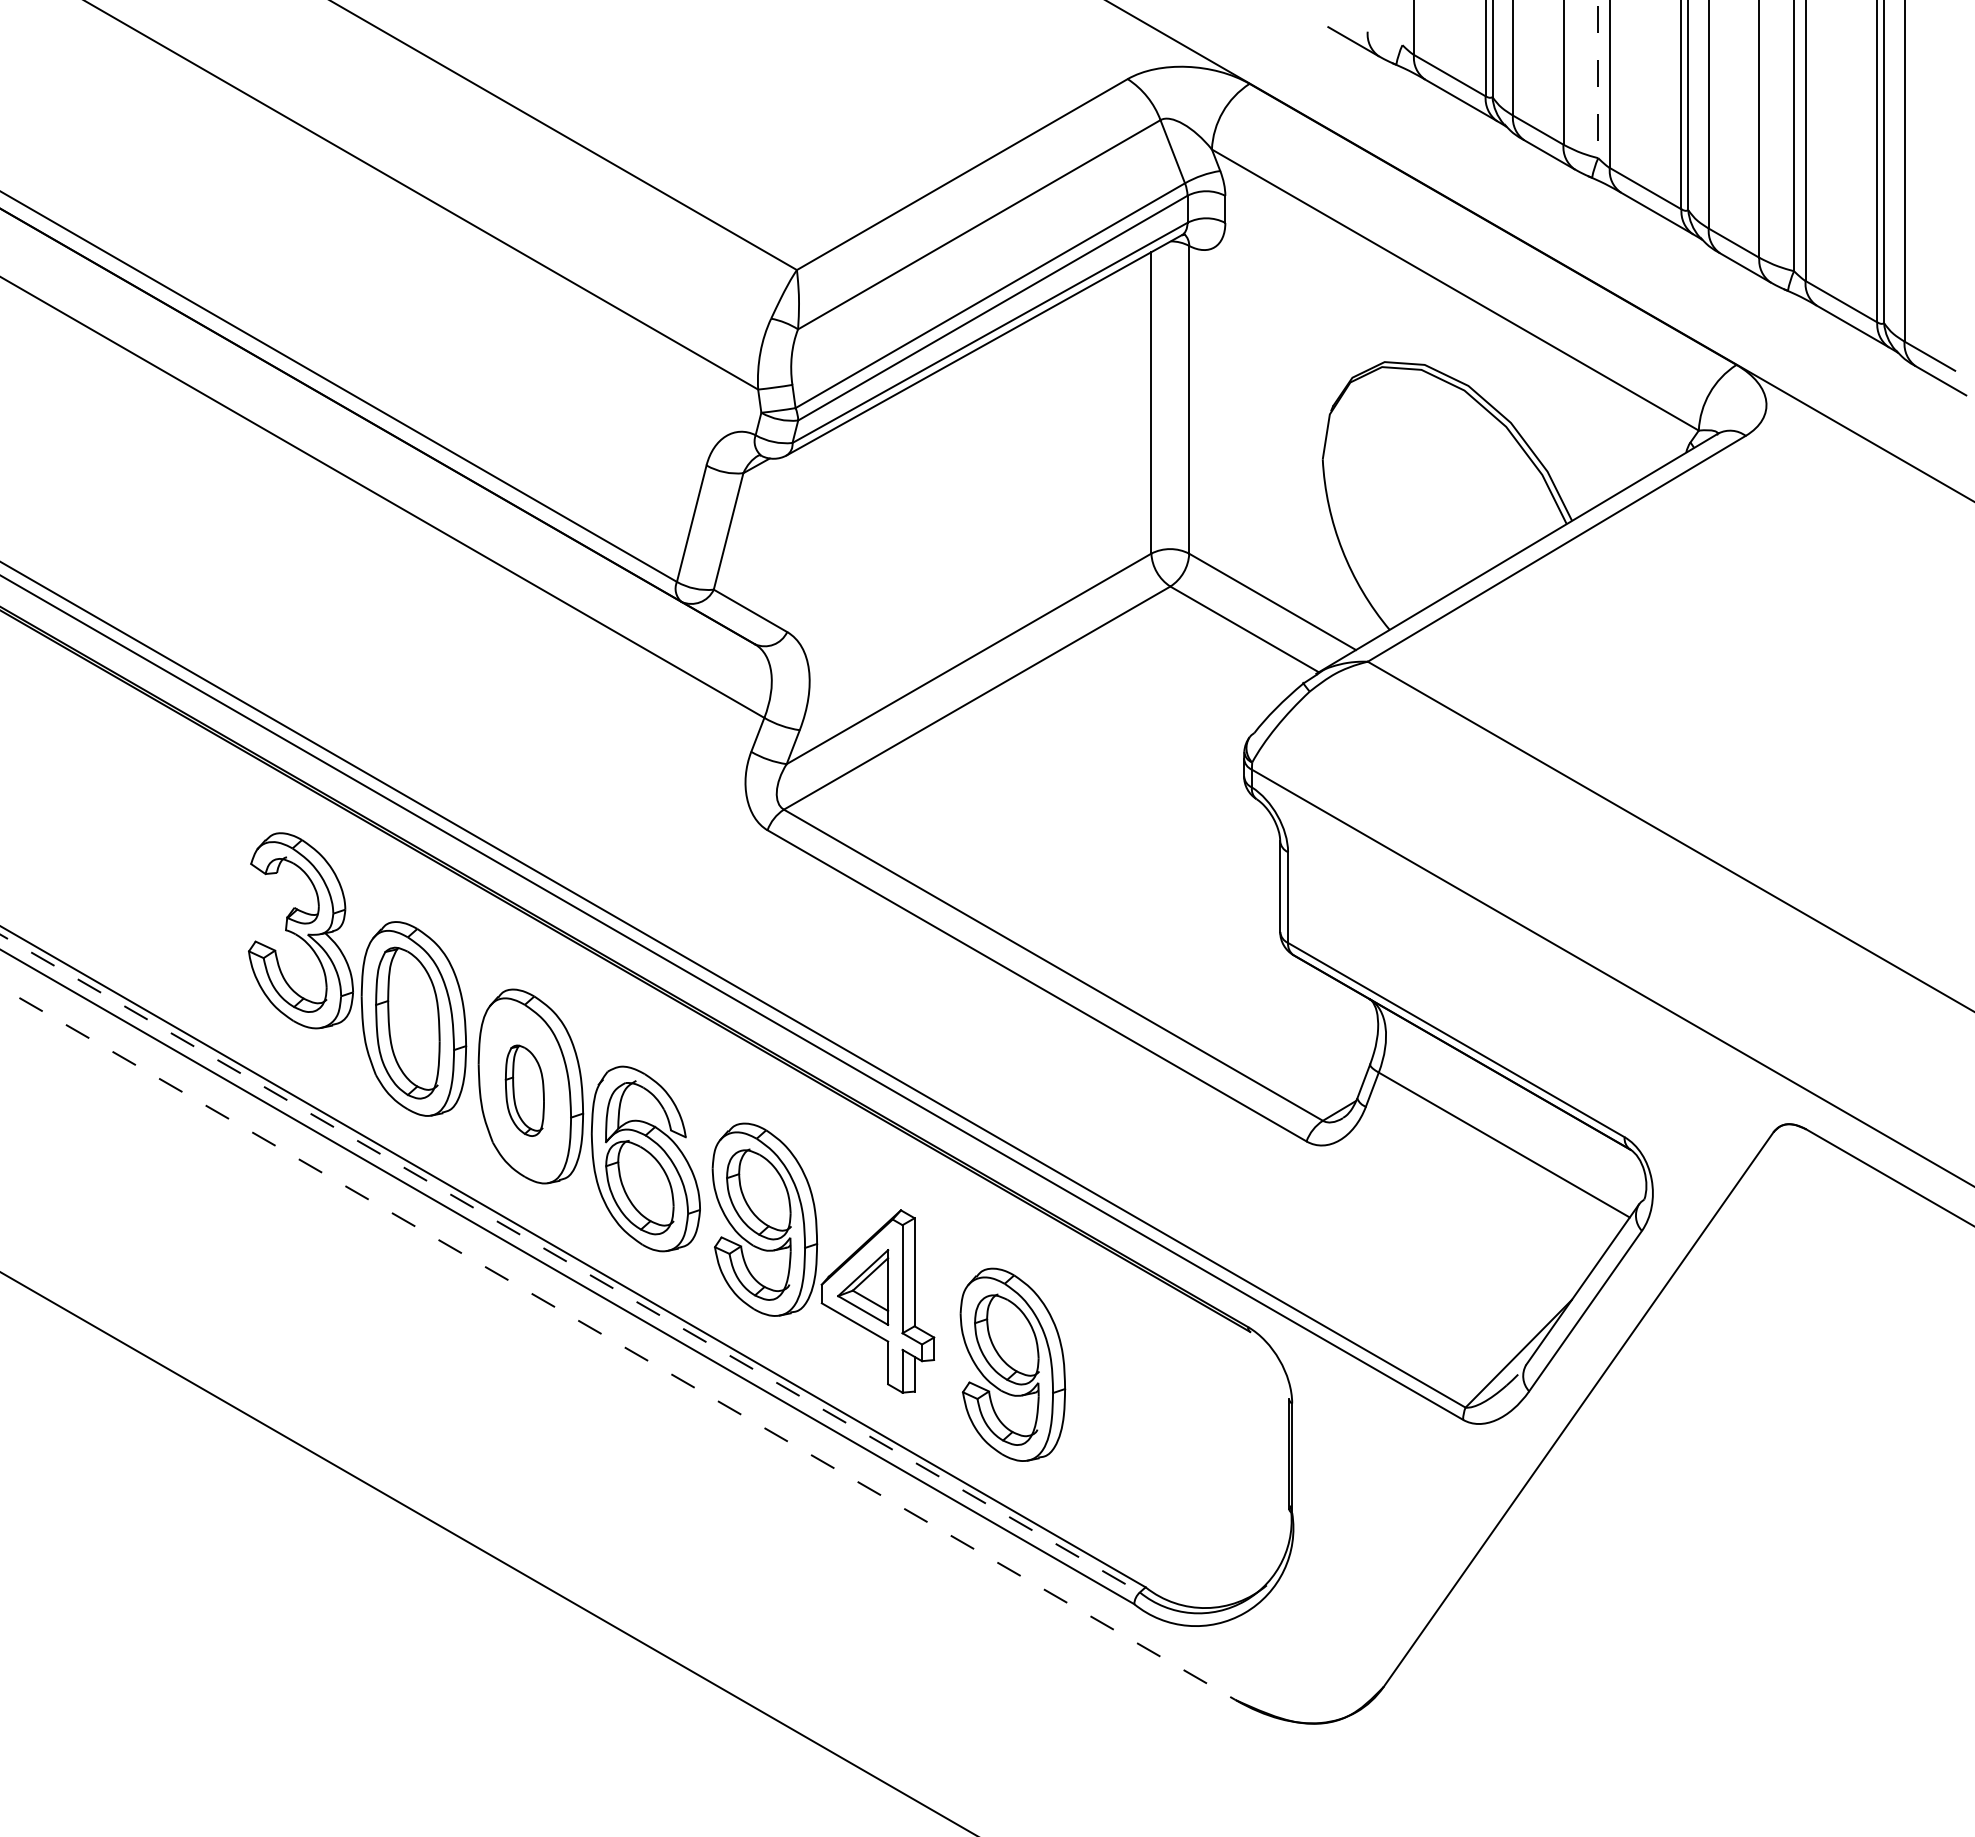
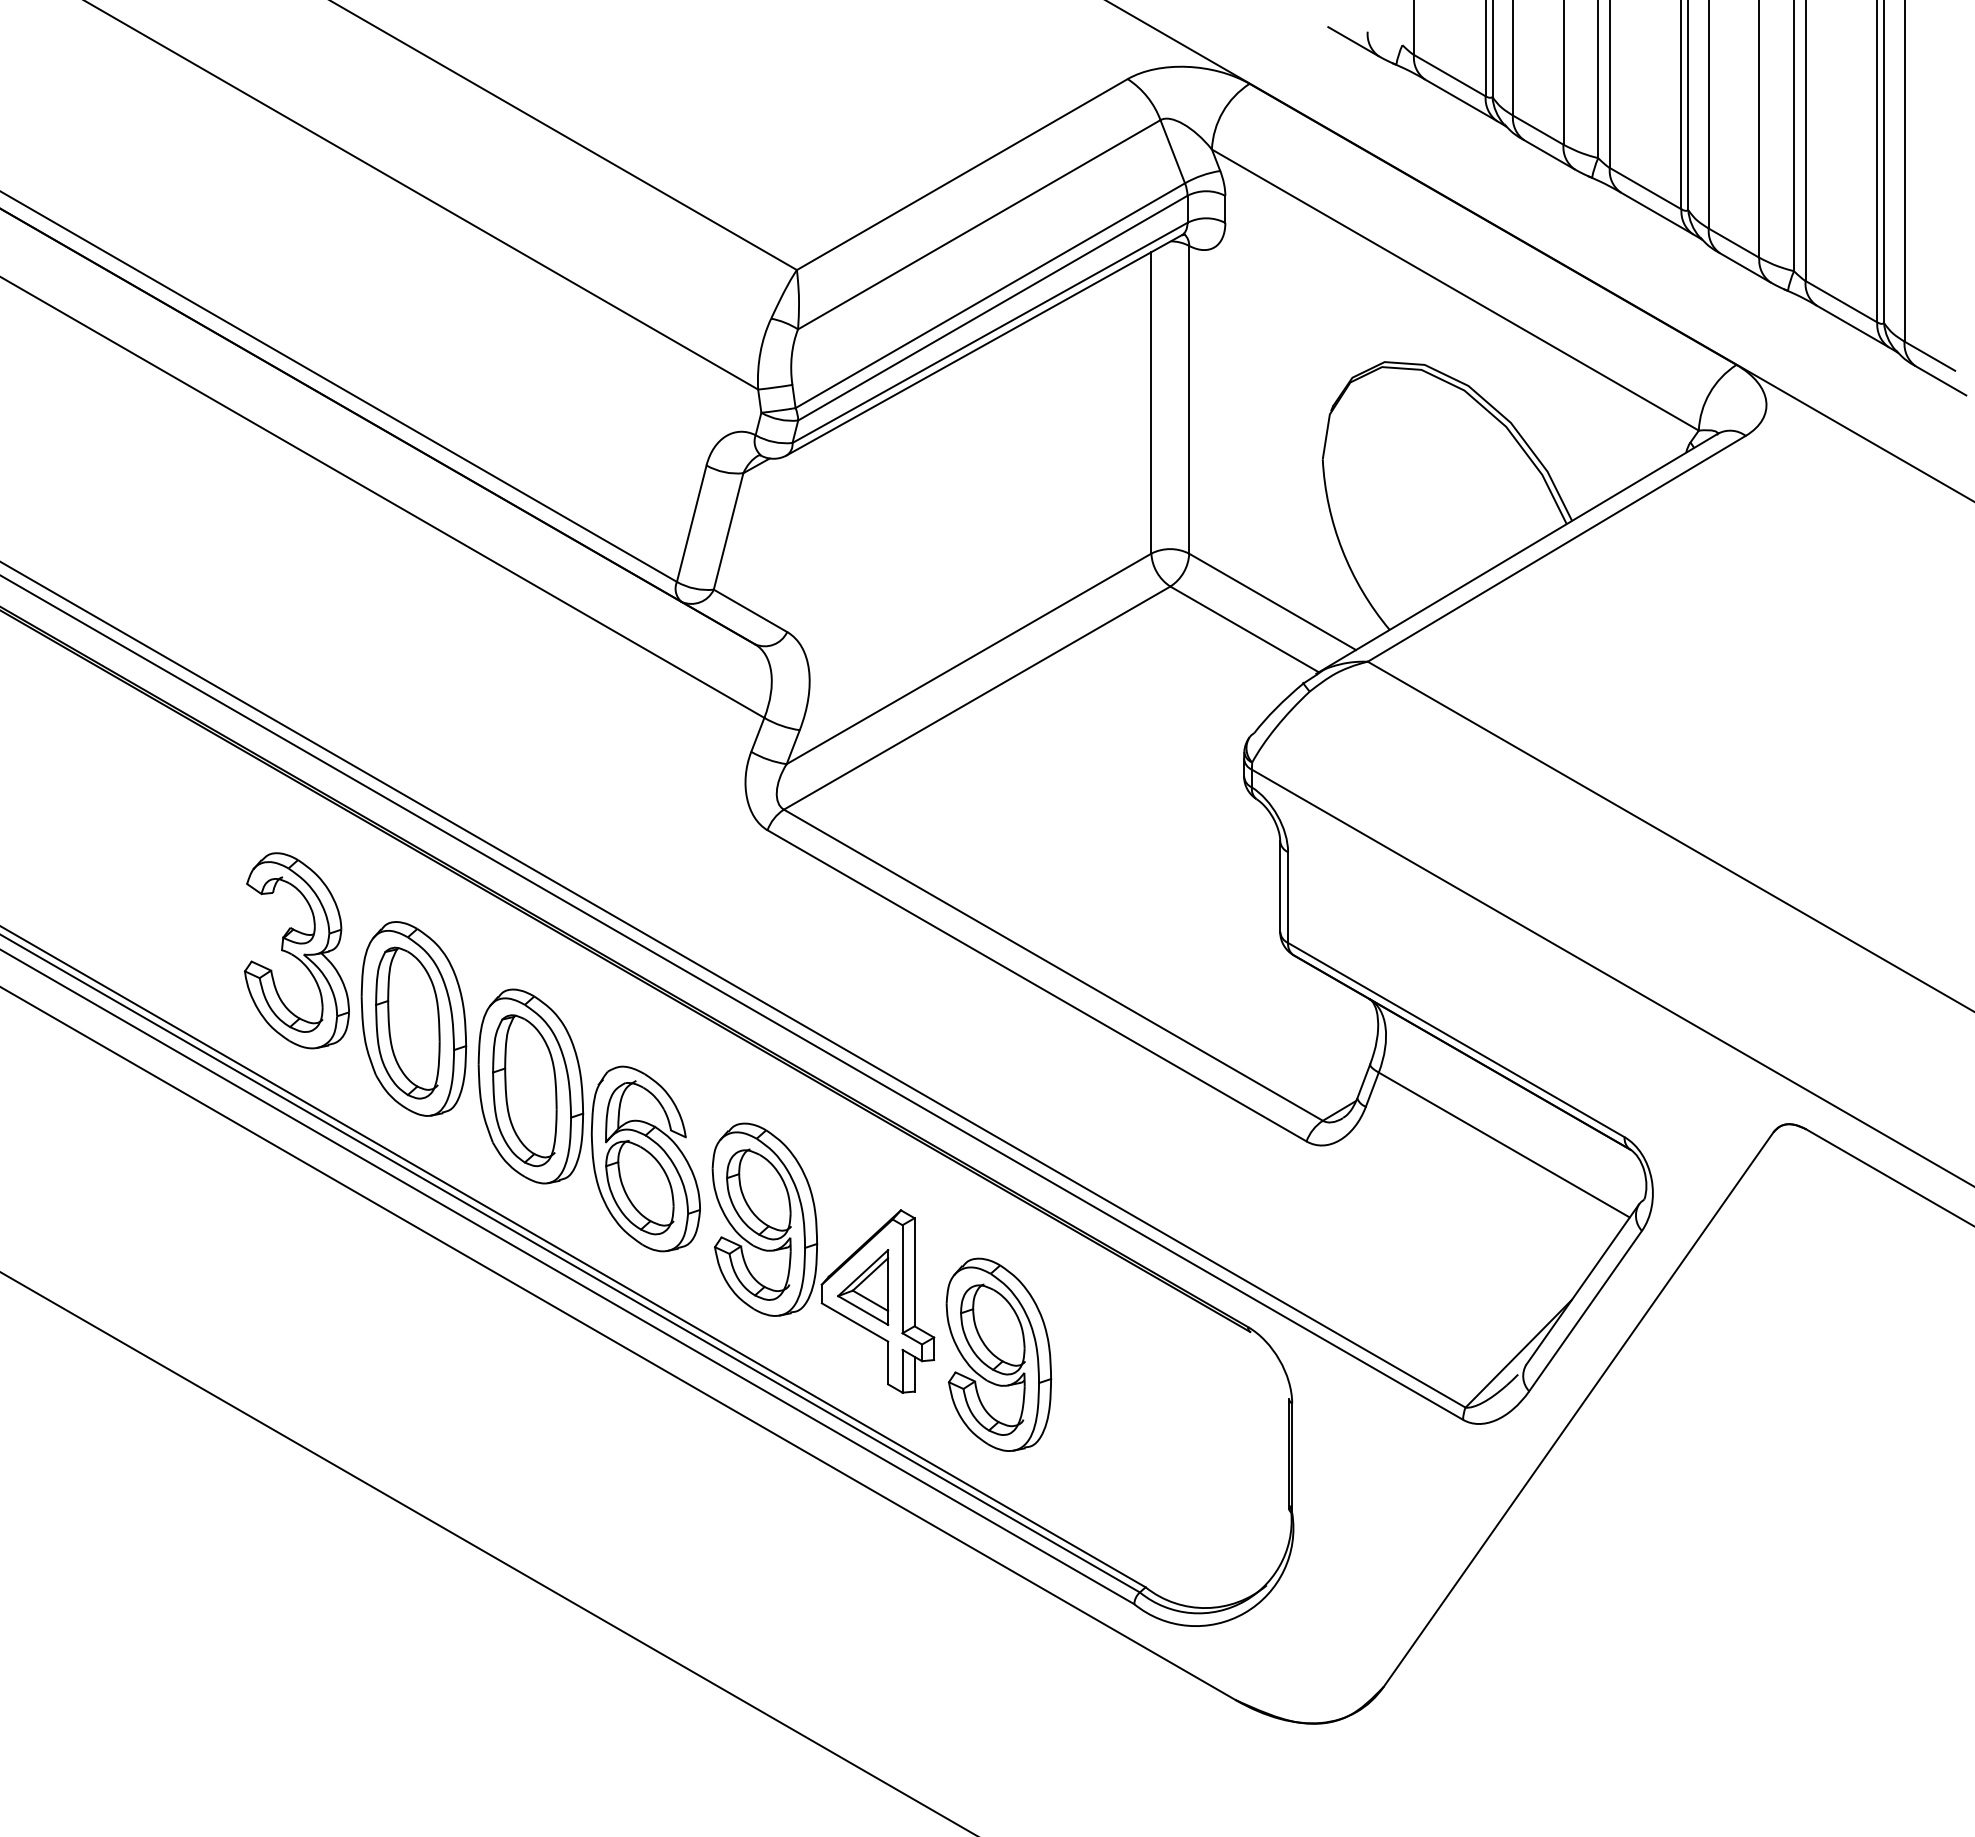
line at (1598, 79): dashed -> solid
part at (300, 930) position: (300, 930) -> (296, 950)
part at (524, 1090) size: 41x93 px -> 66x154 px
line at (570, 1263): dashed -> solid
line at (618, 1343): dashed -> solid
part at (1012, 1364) position: (1012, 1364) -> (998, 1354)
